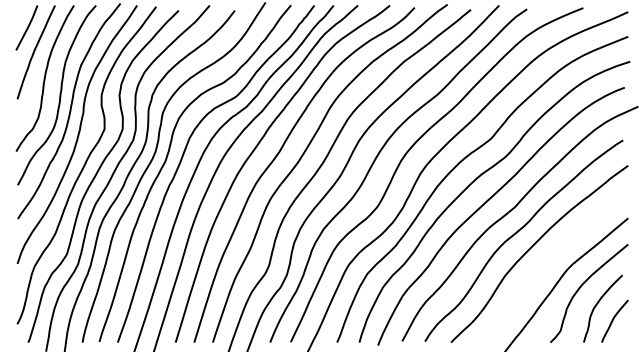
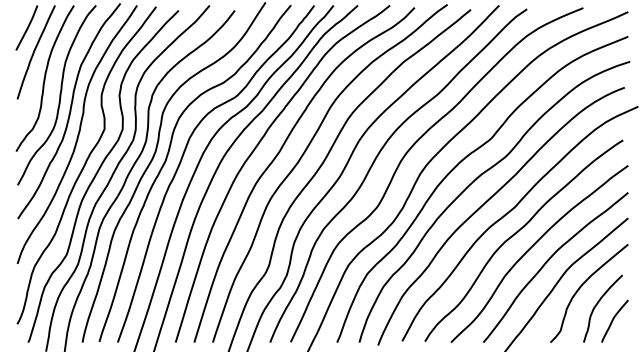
curve at (549, 260): none -> present
